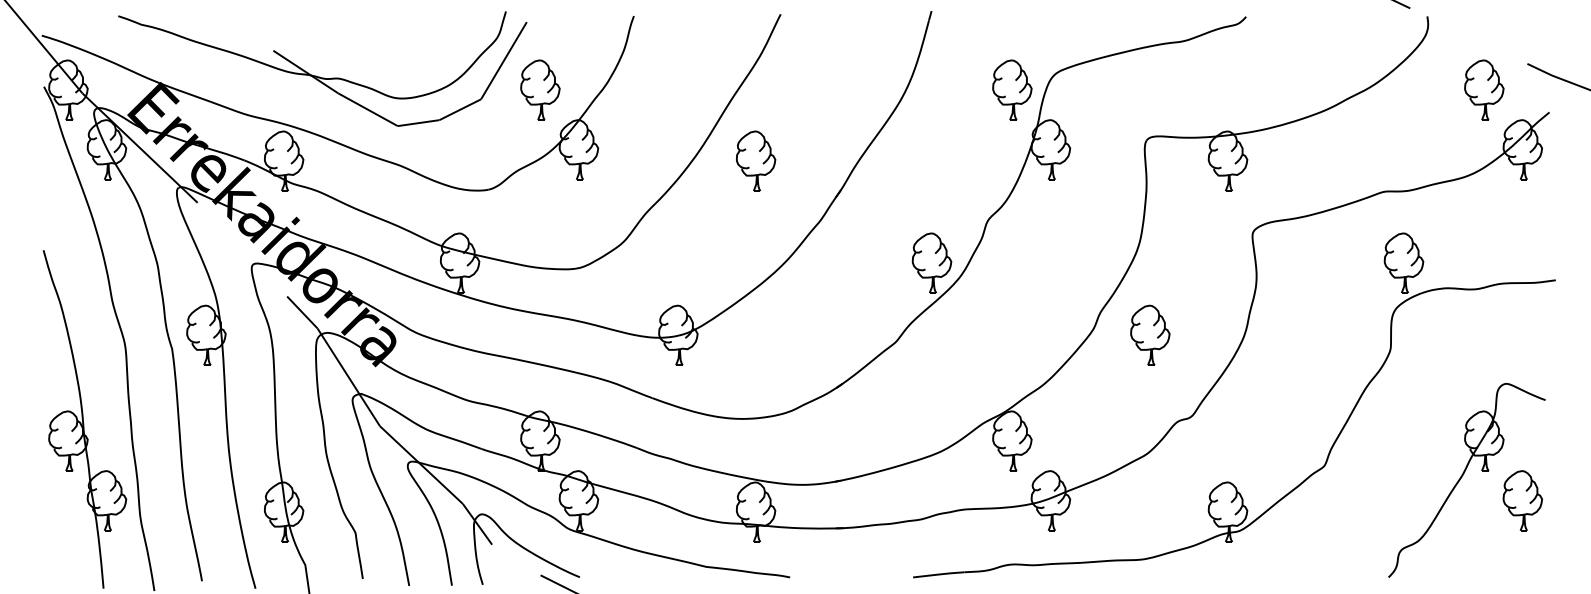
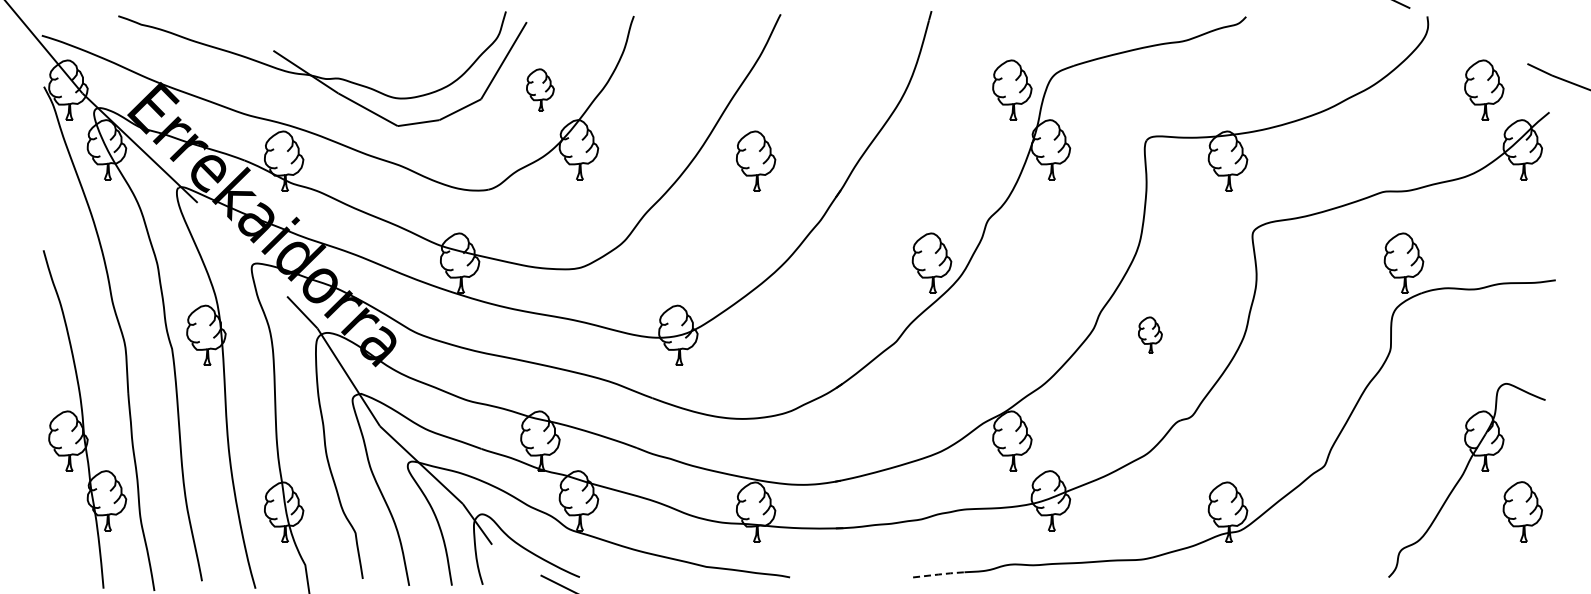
part at (540, 89) size: 41x62 px -> 29x44 px
part at (1150, 334) size: 41x62 px -> 25x38 px
part at (1522, 500) position: (1522, 500) -> (1522, 511)
line at (939, 574): solid -> dashed
